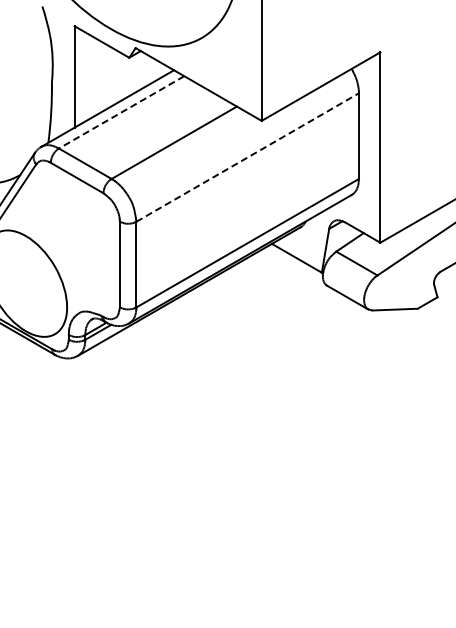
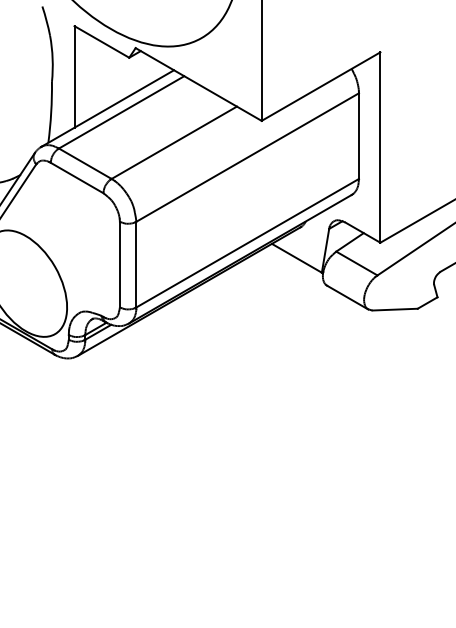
line at (121, 112): dashed -> solid
line at (248, 157): dashed -> solid
